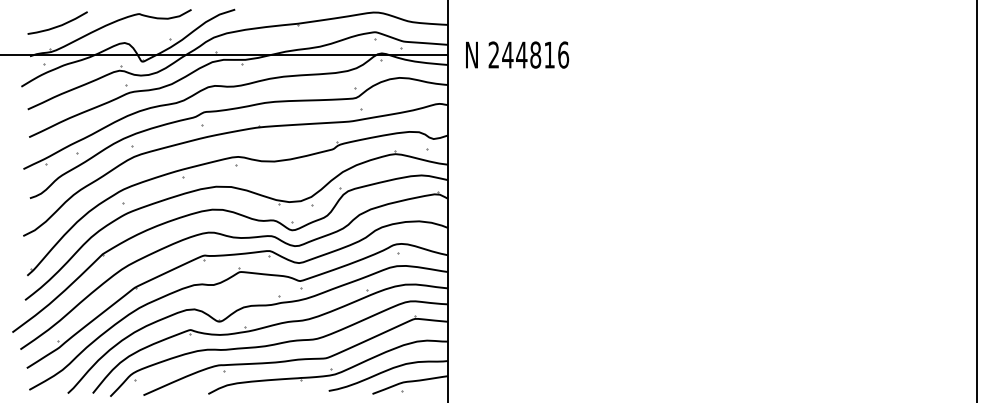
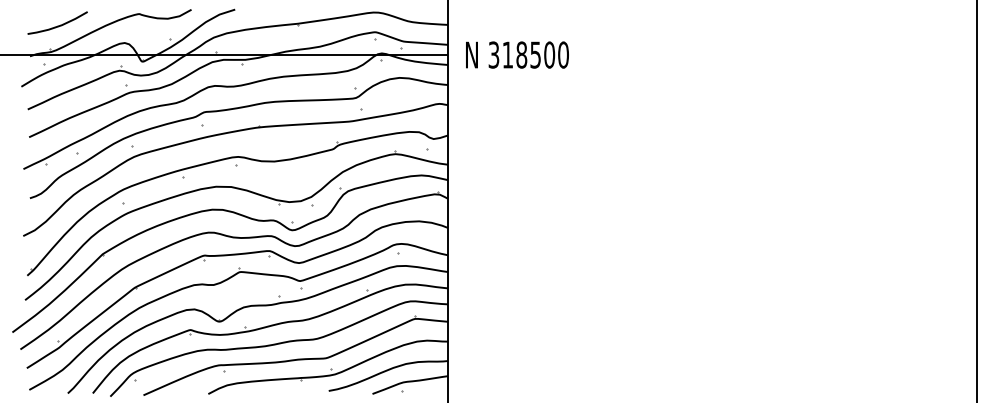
text at (528, 54): 244816 -> 318500
